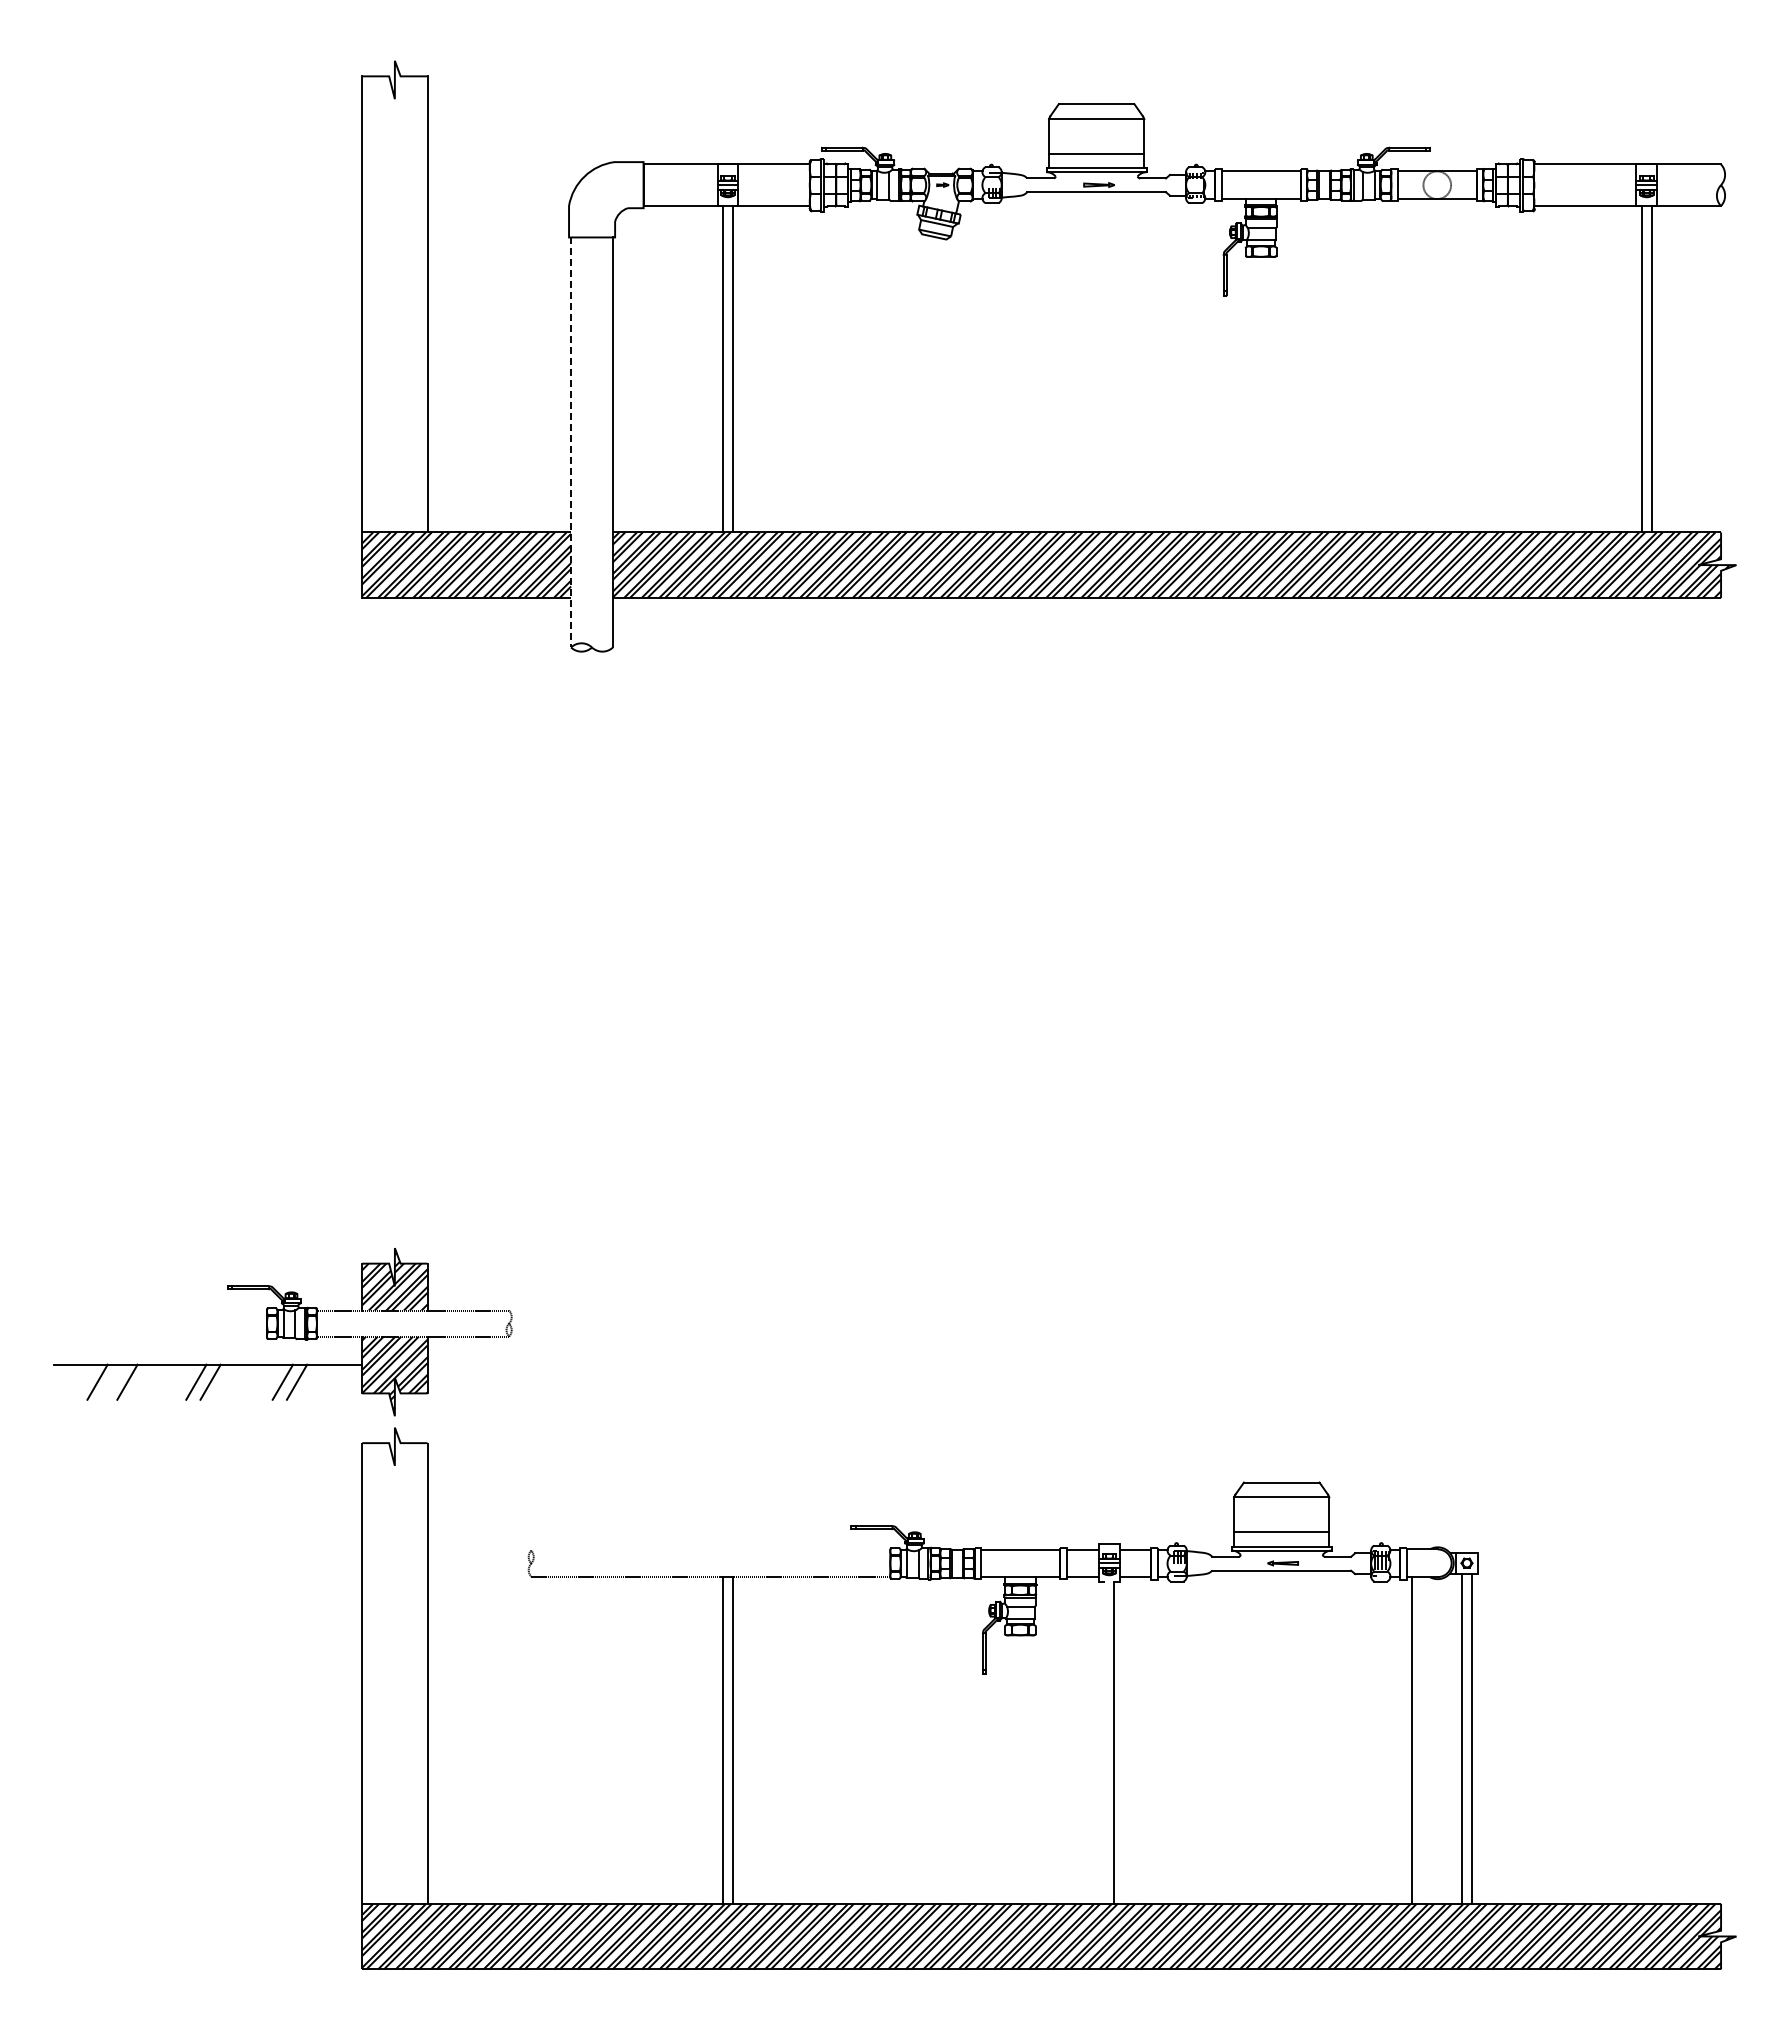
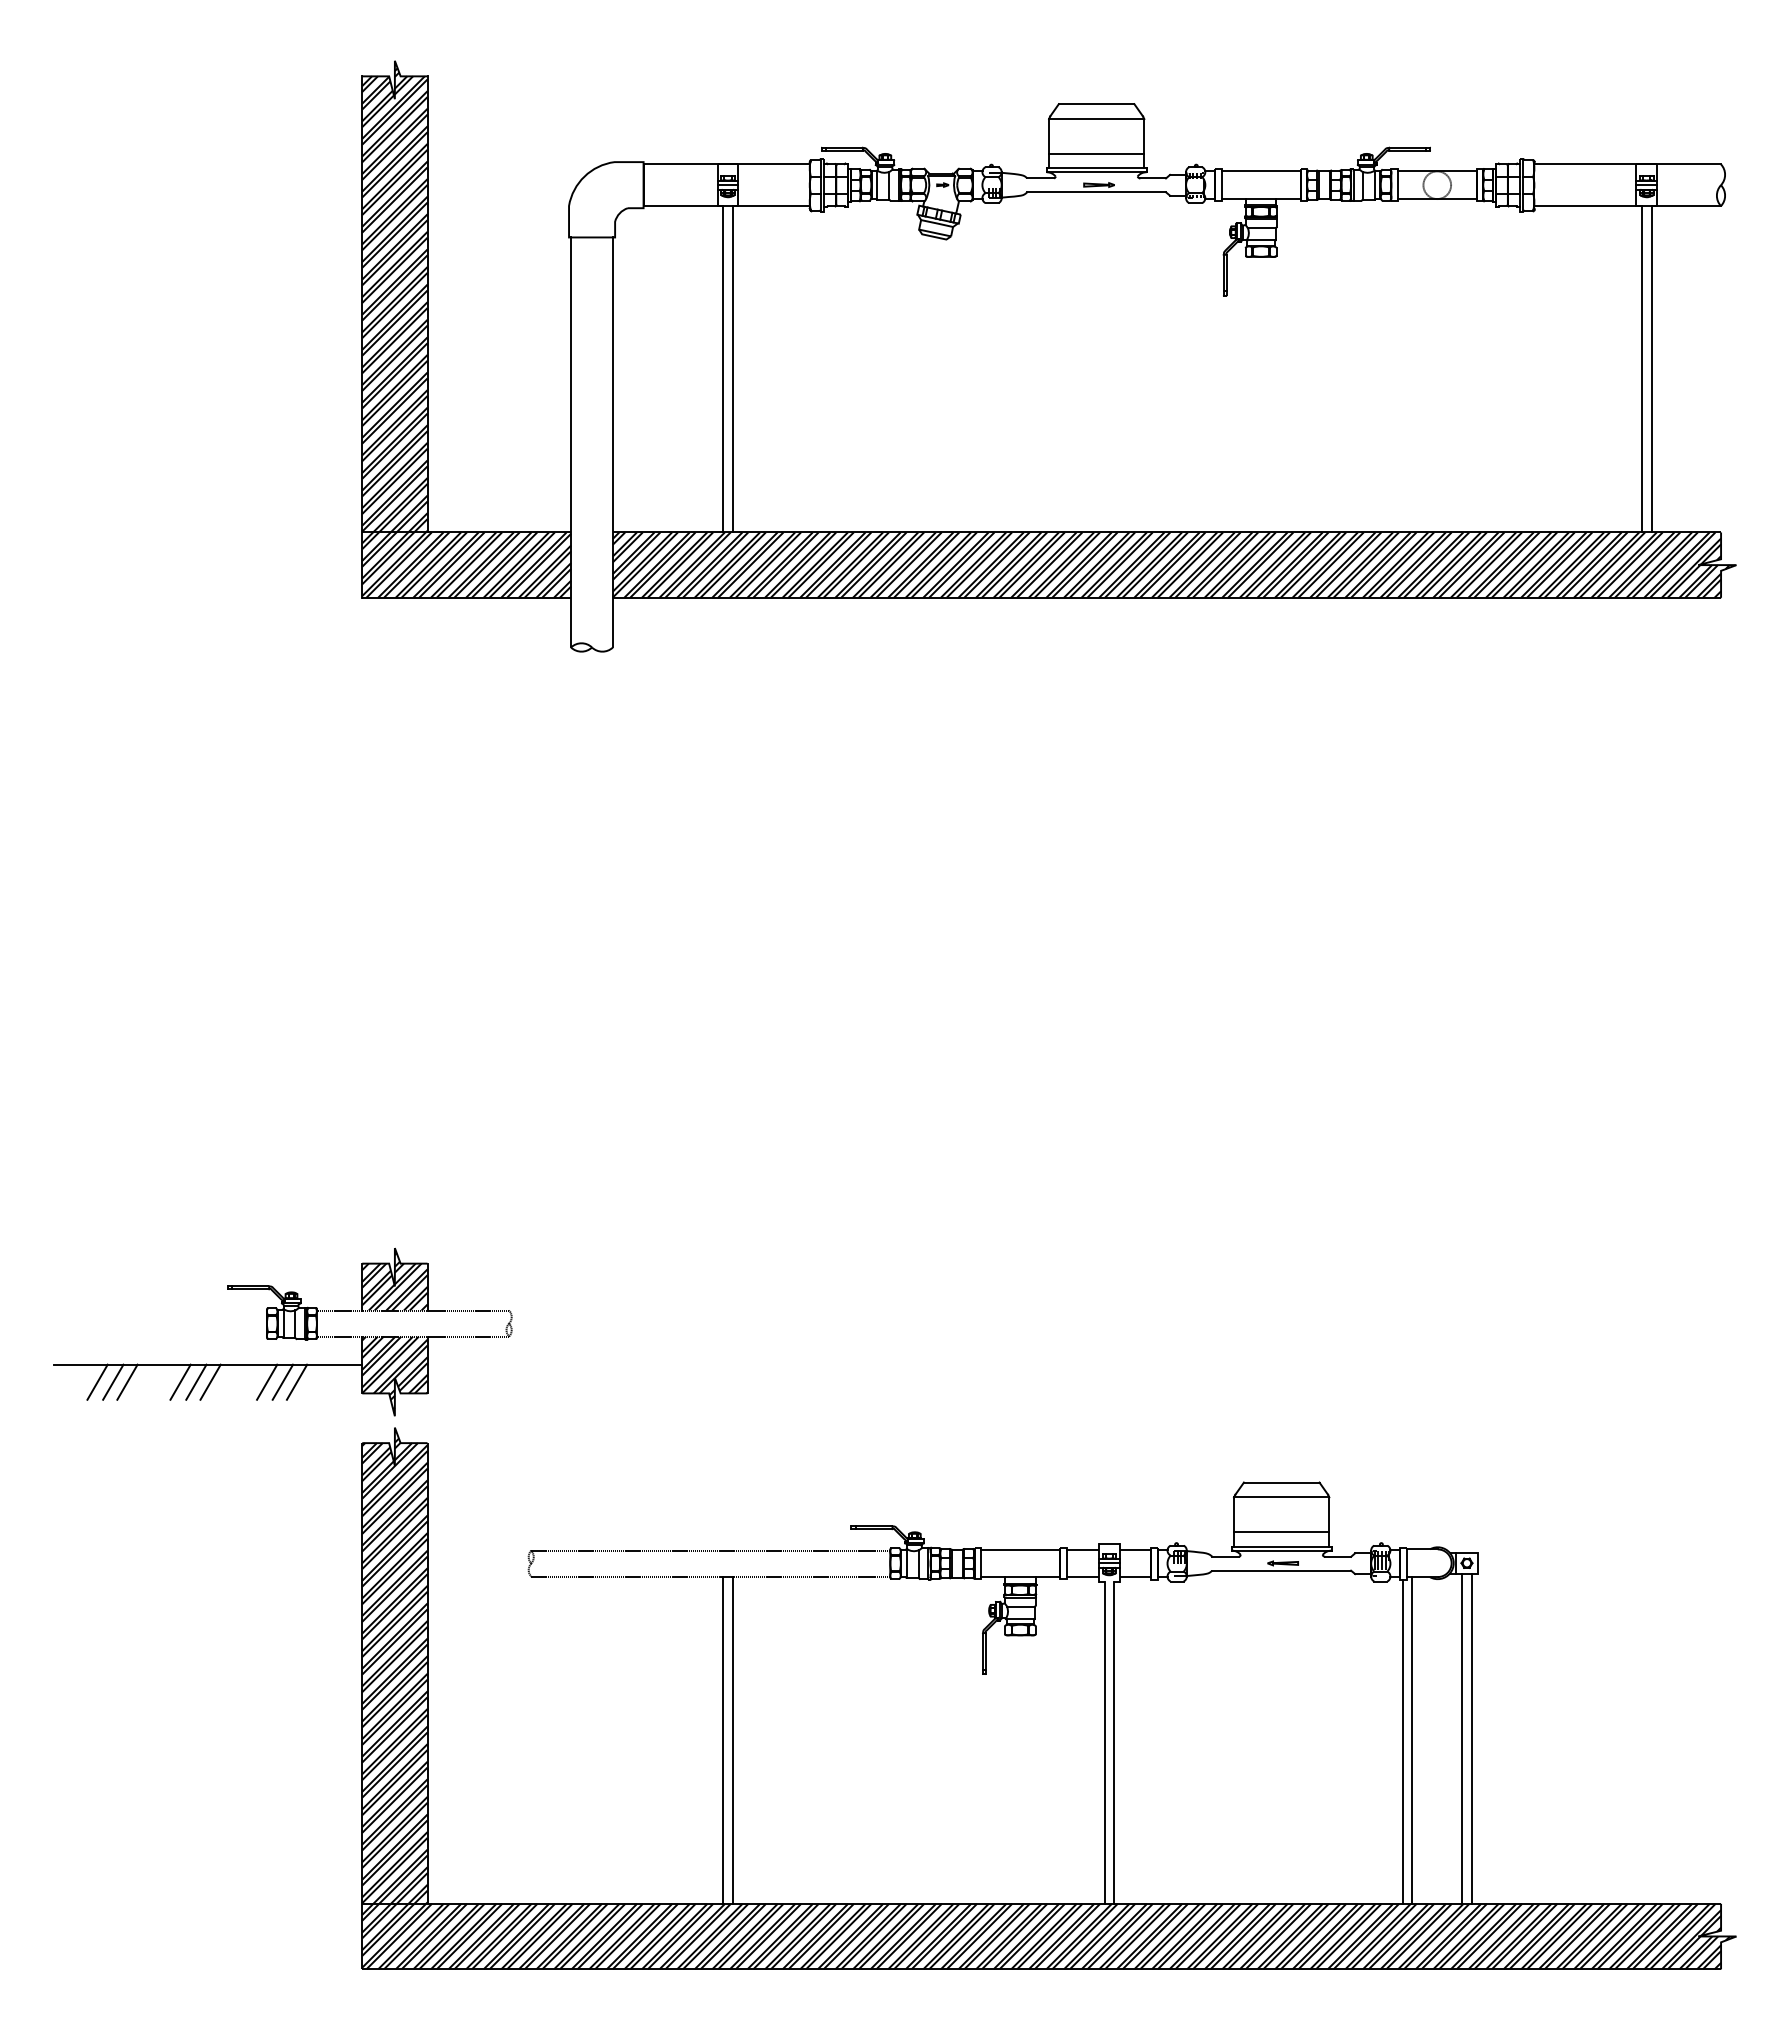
hatch at (394, 300): none -> present
line at (571, 442): dashed -> solid
line at (113, 1381): none -> present
line at (180, 1381): none -> present
line at (267, 1381): none -> present
line at (710, 1550): none -> present
hatch at (394, 1666): none -> present
line at (1403, 1741): none -> present
line at (1104, 1742): none -> present
